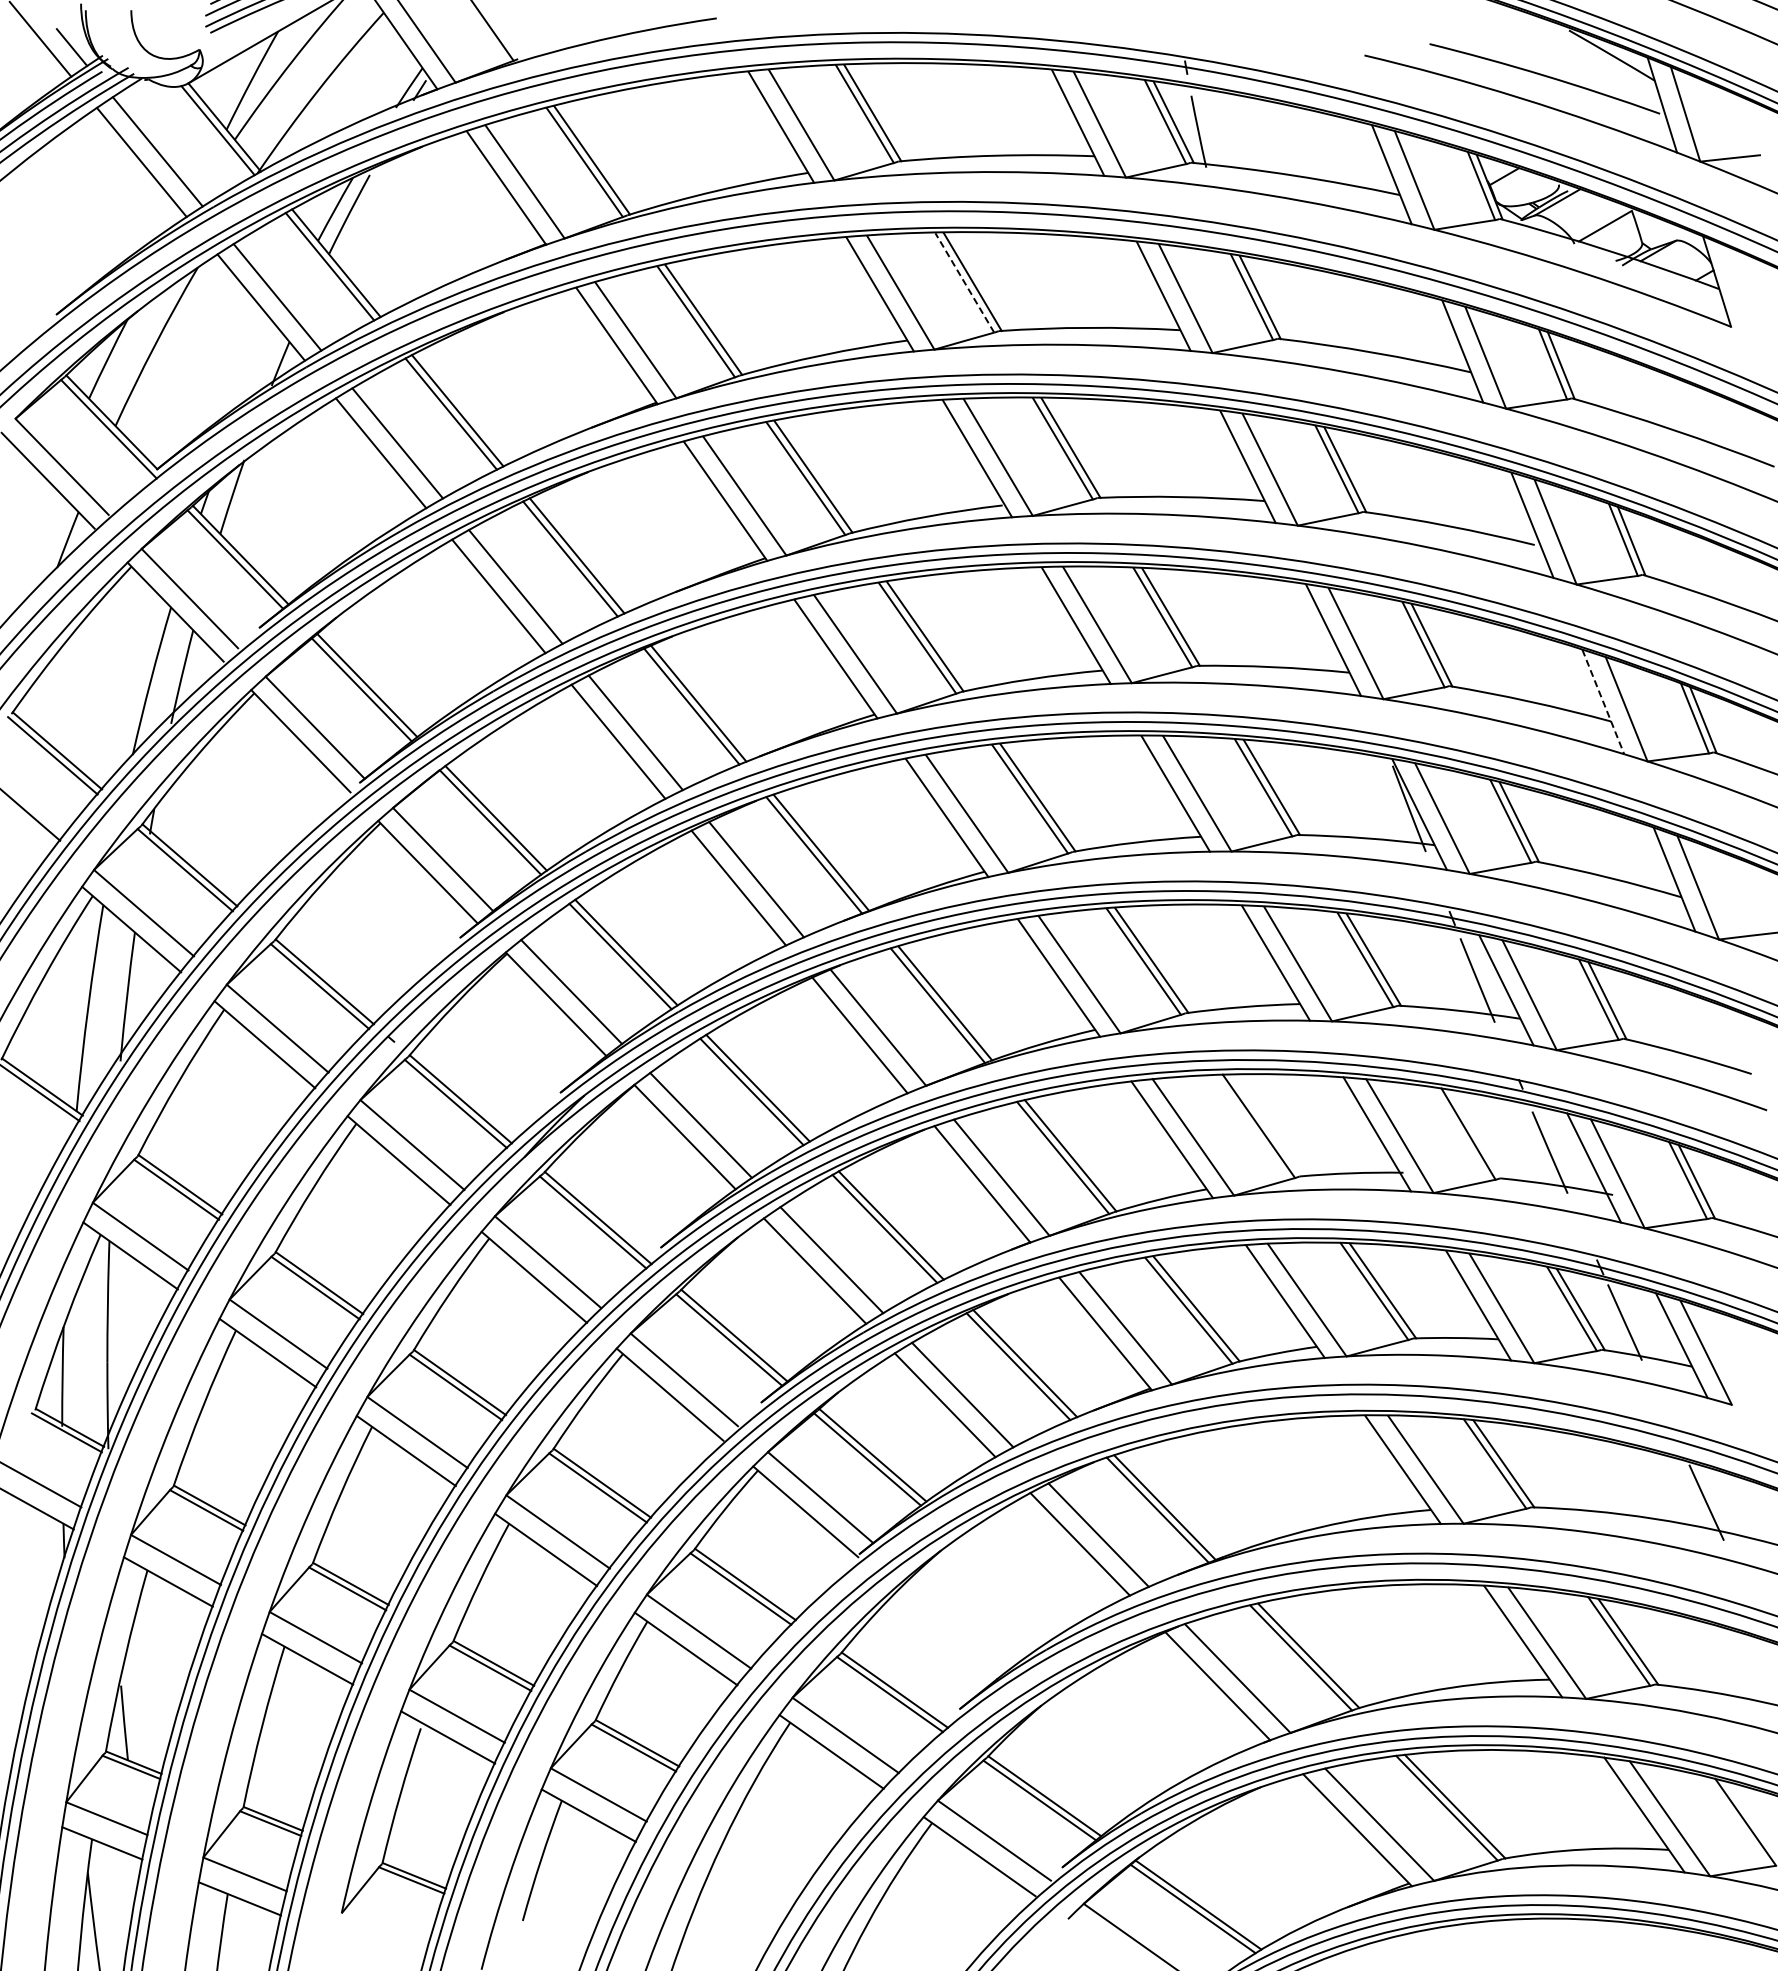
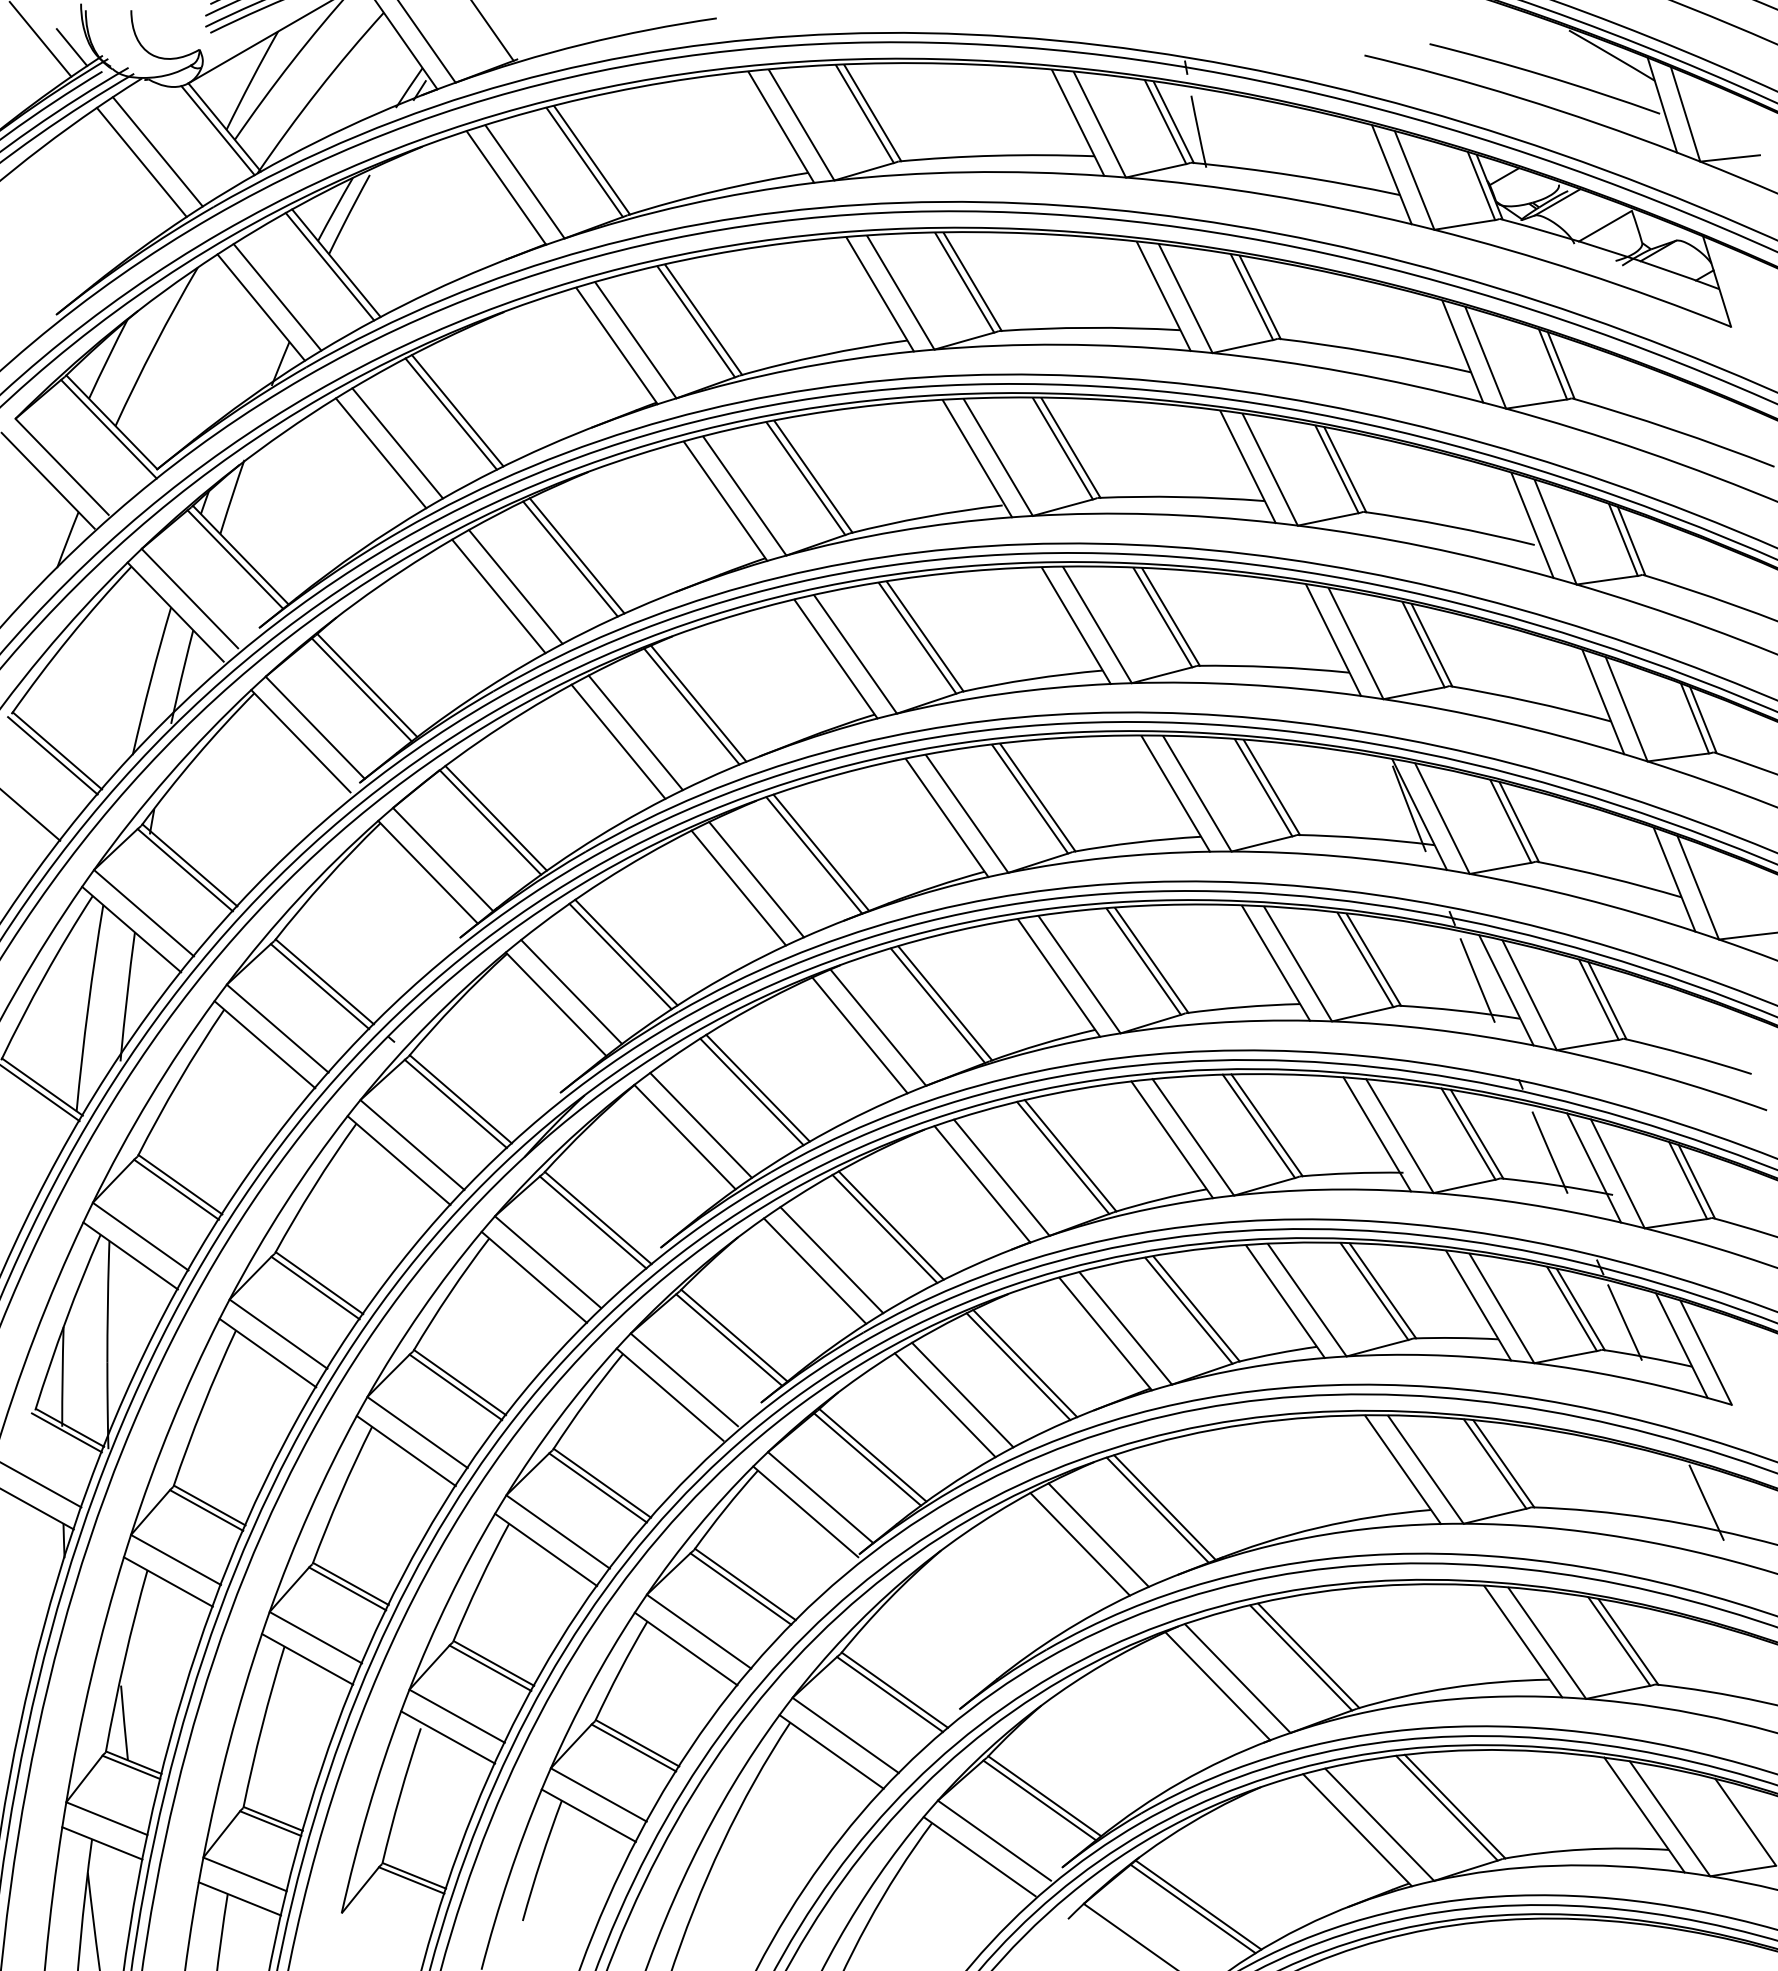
line at (964, 282): dashed -> solid
line at (1603, 702): dashed -> solid
line at (1266, 1125): none -> present
line at (1476, 1133): none -> present
